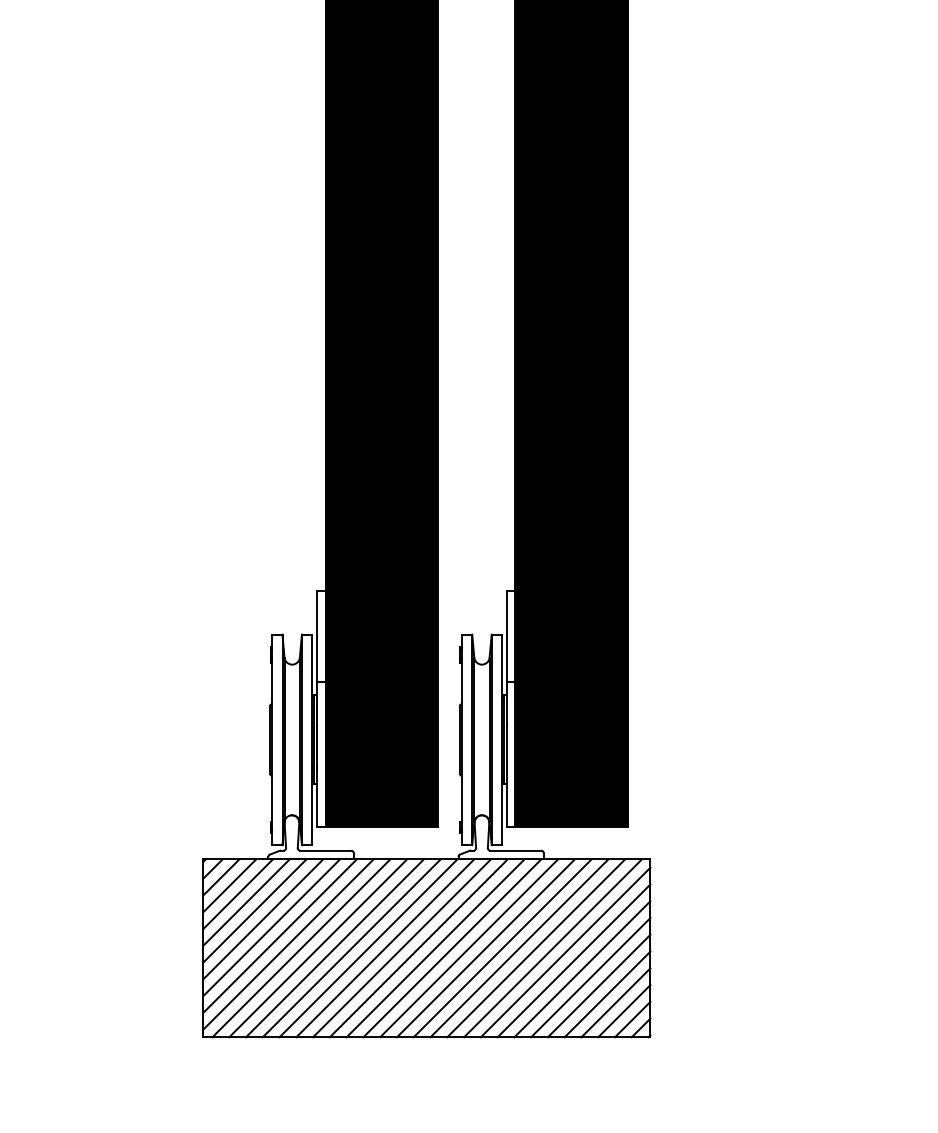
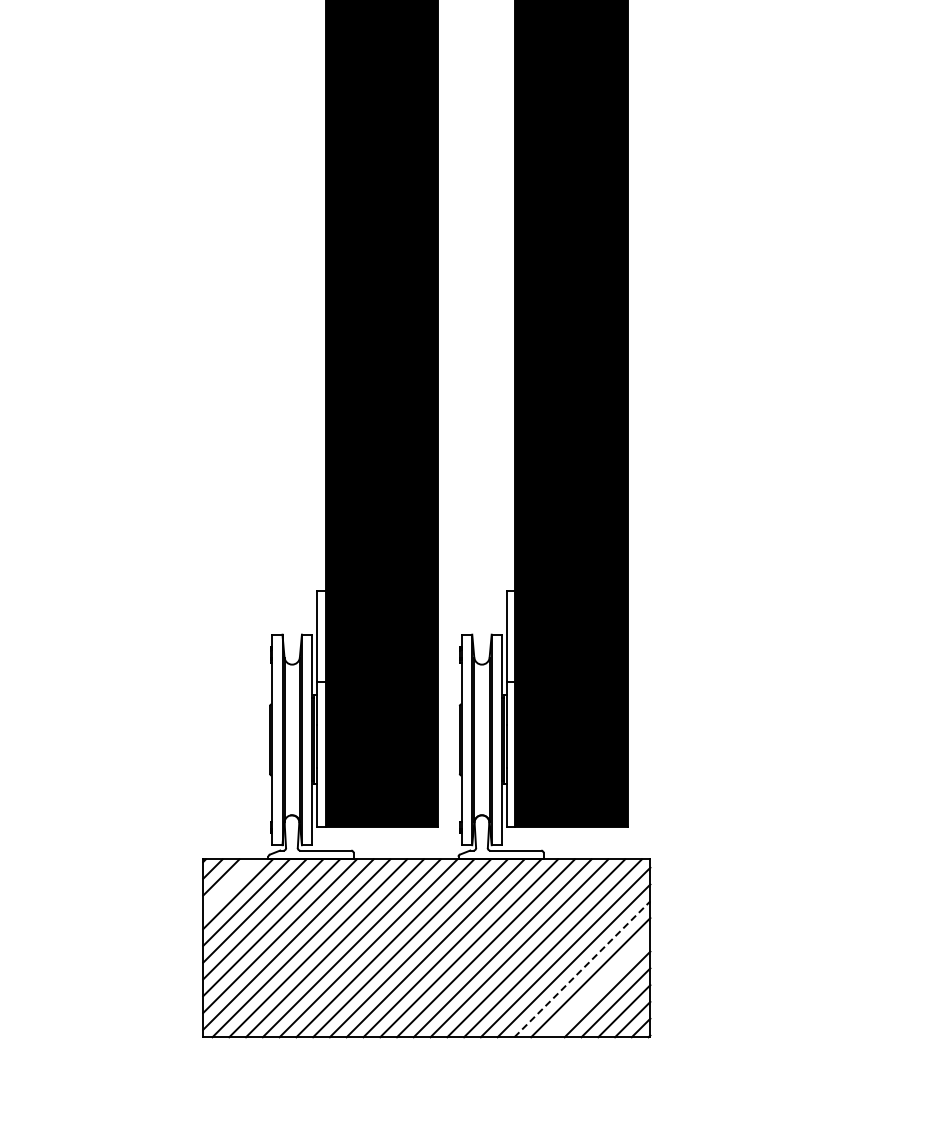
line at (229, 885): present -> none
line at (582, 968): solid -> dashed
line at (598, 985): present -> none
